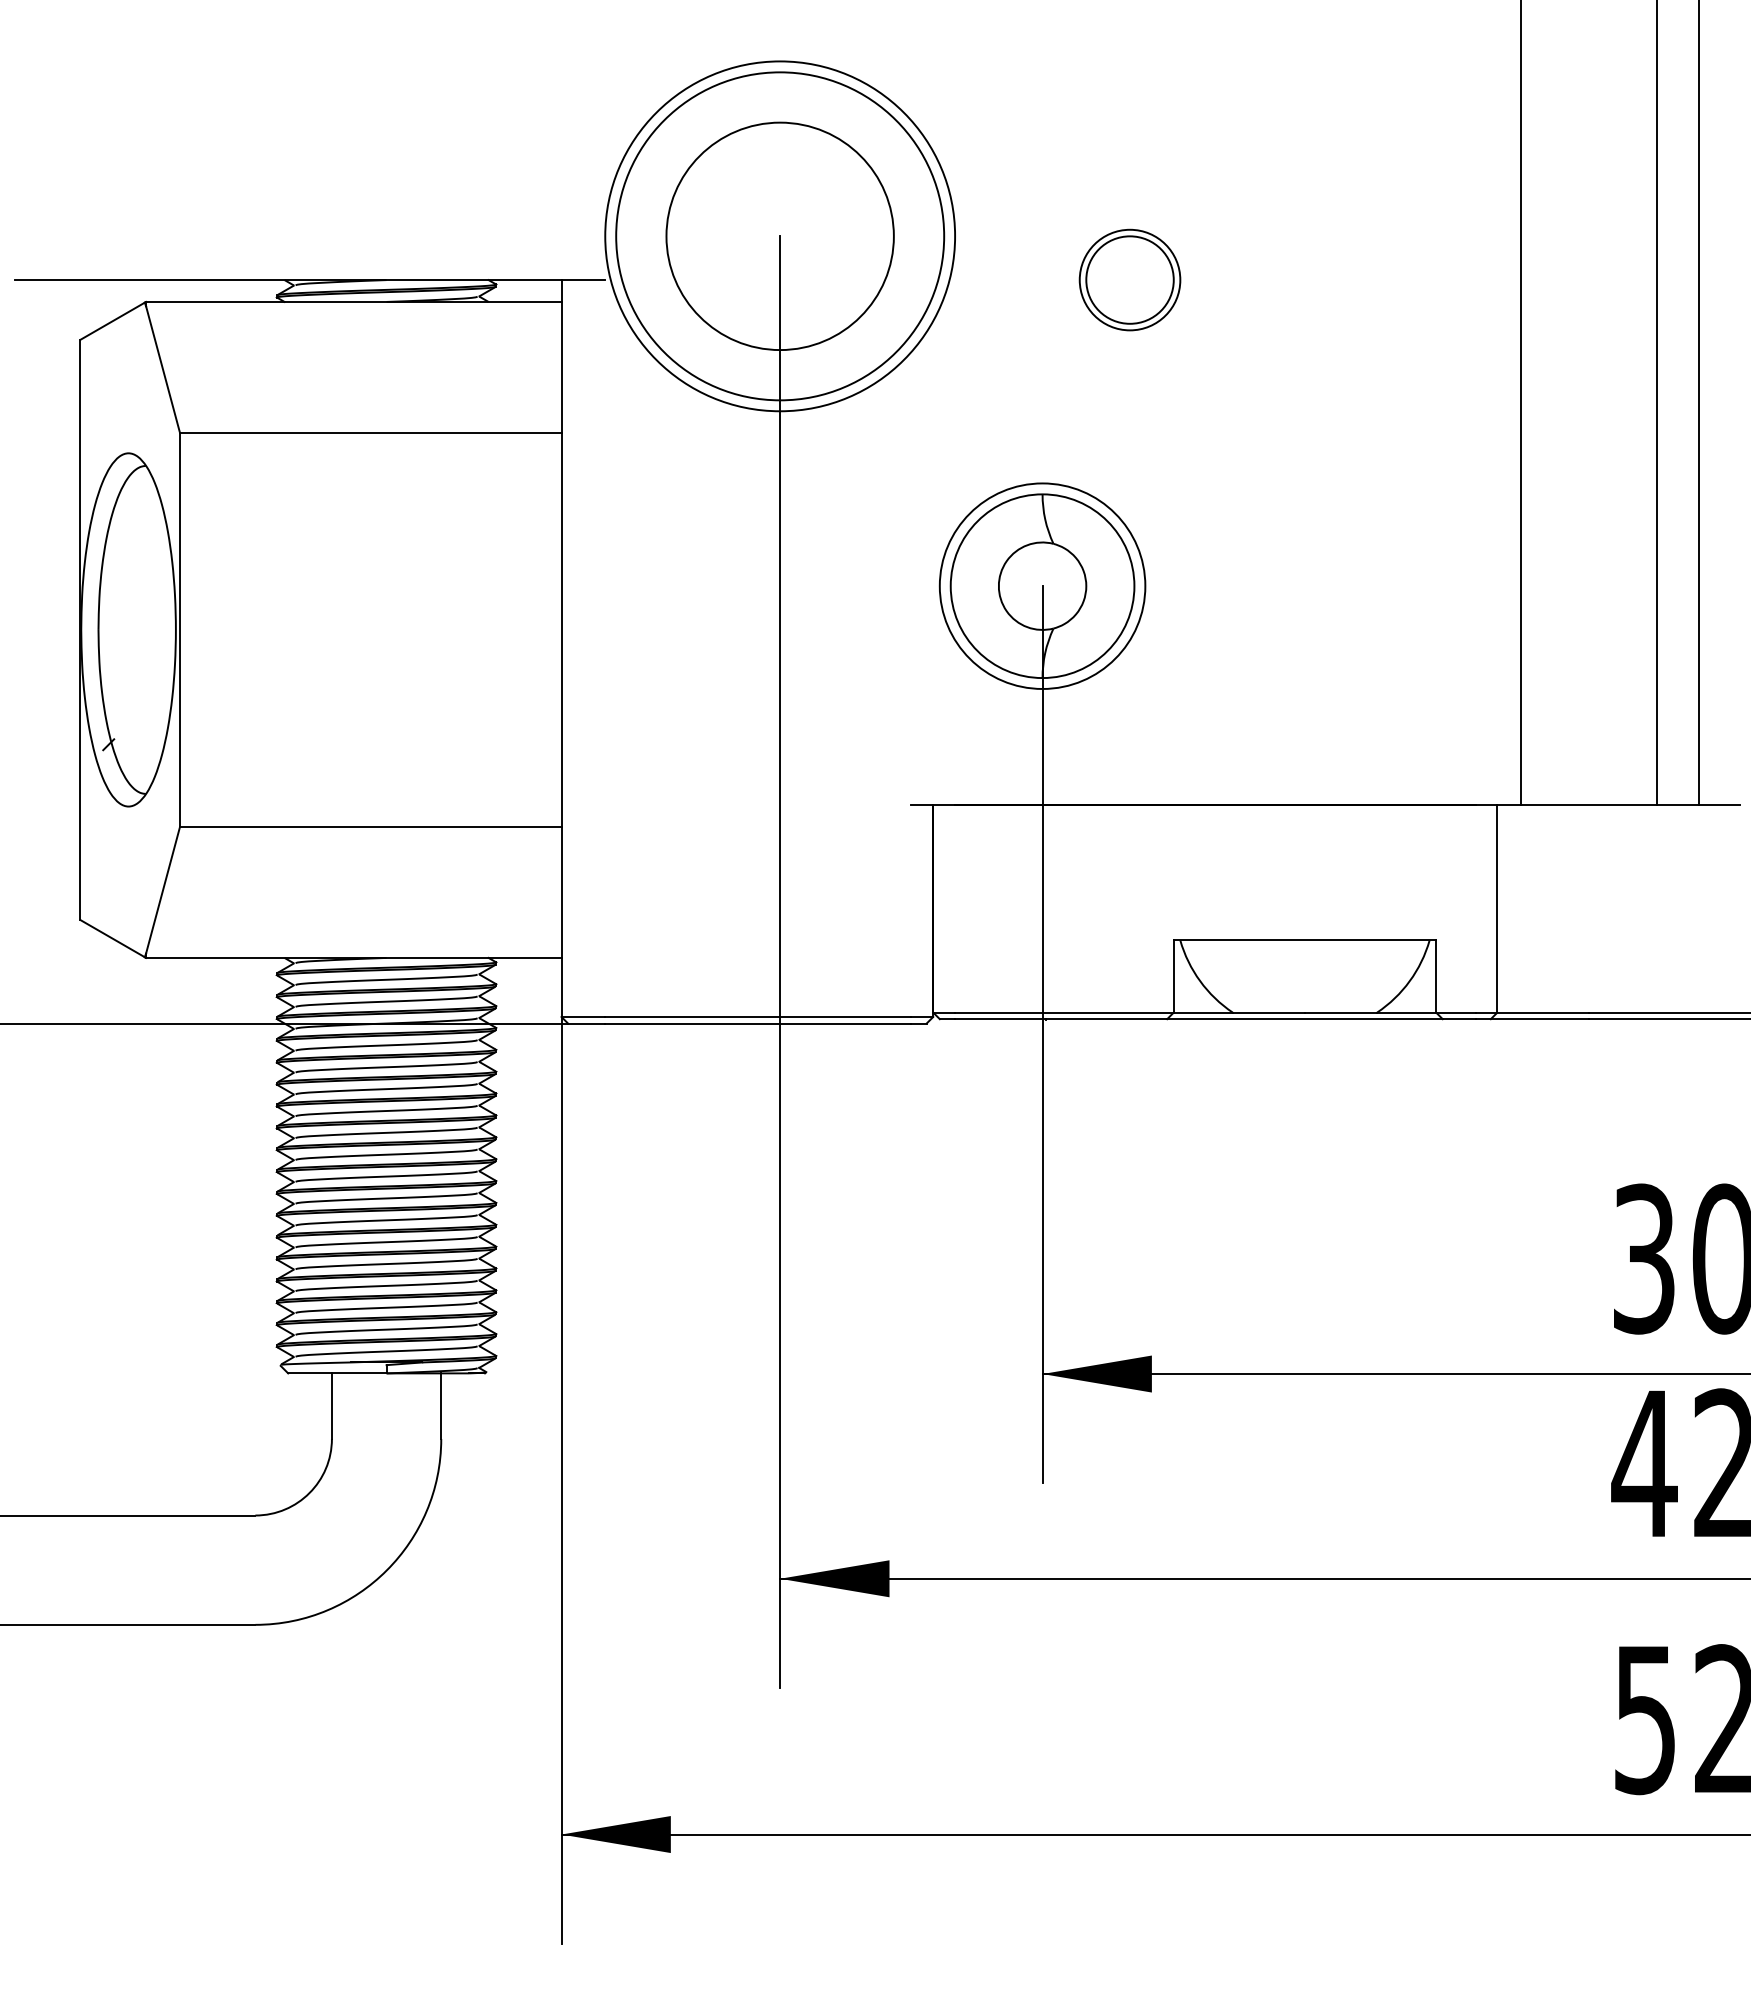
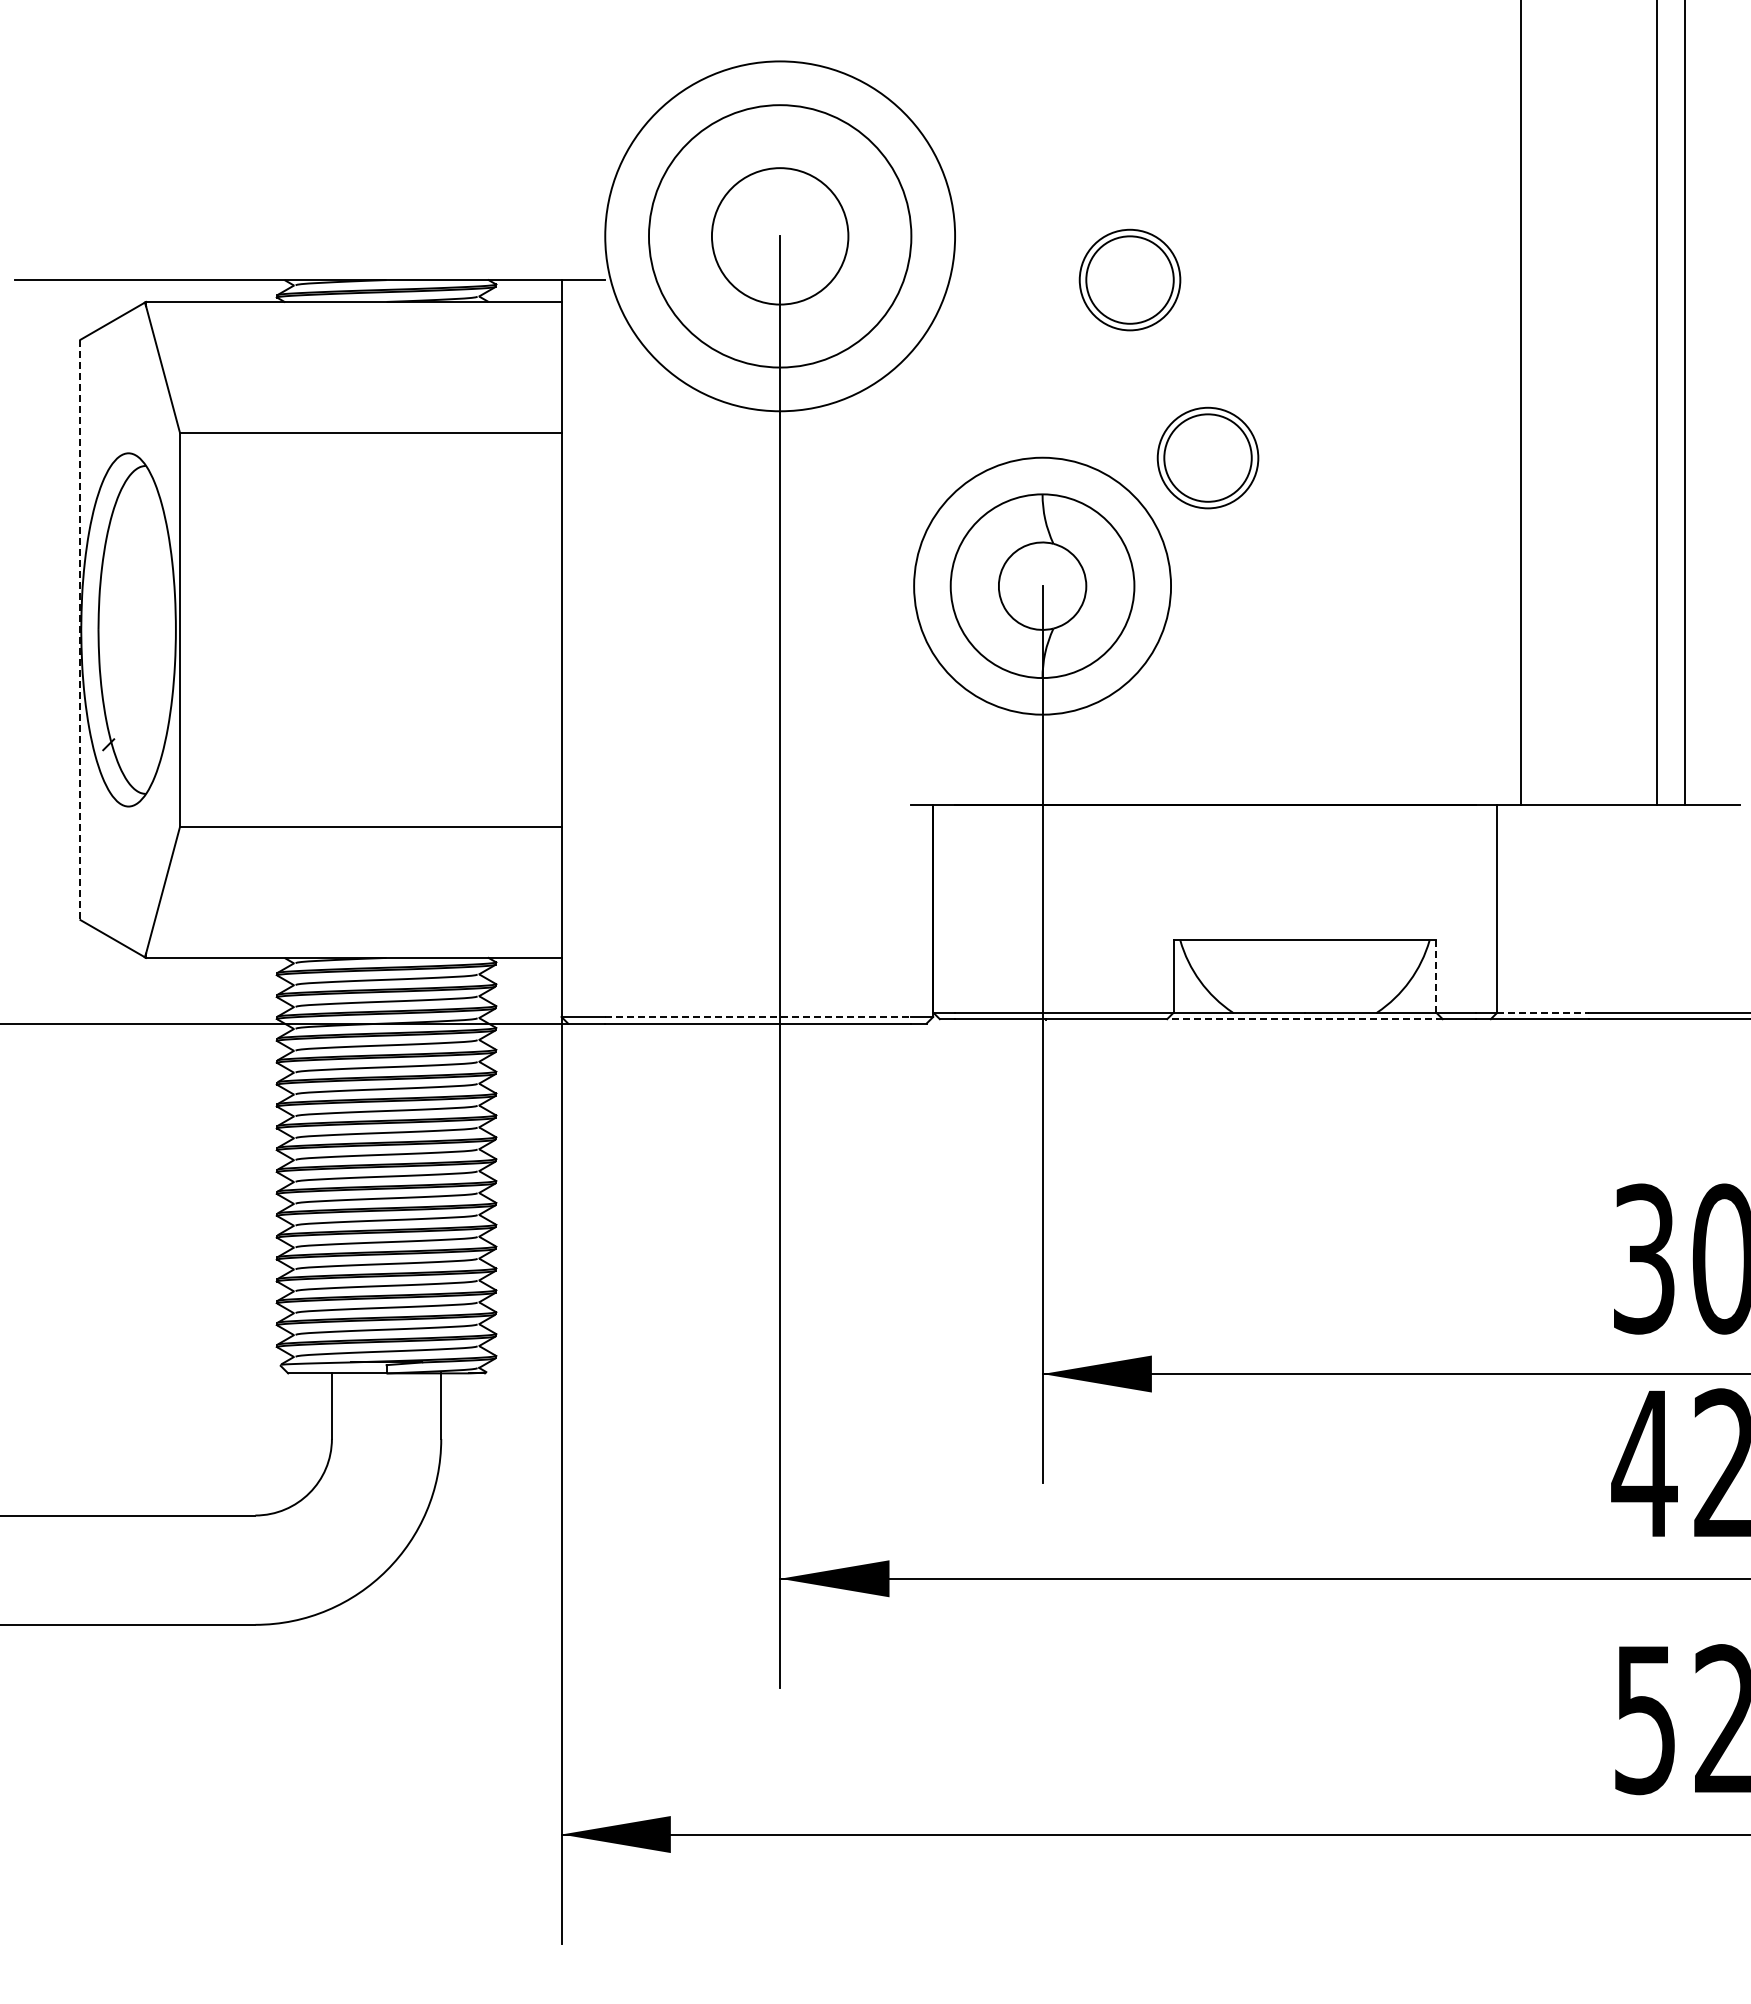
circle at (779, 236) diameter: 227 px -> 136 px
circle at (780, 236) diameter: 328 px -> 262 px
line at (1698, 403) position: (1698, 403) -> (1684, 403)
part at (1207, 457): none -> present
circle at (1042, 585) diameter: 206 px -> 257 px
line at (80, 630): solid -> dashed
line at (1436, 977): solid -> dashed
line at (1543, 1012): solid -> dashed
line at (758, 1016): solid -> dashed
line at (1304, 1019): solid -> dashed
